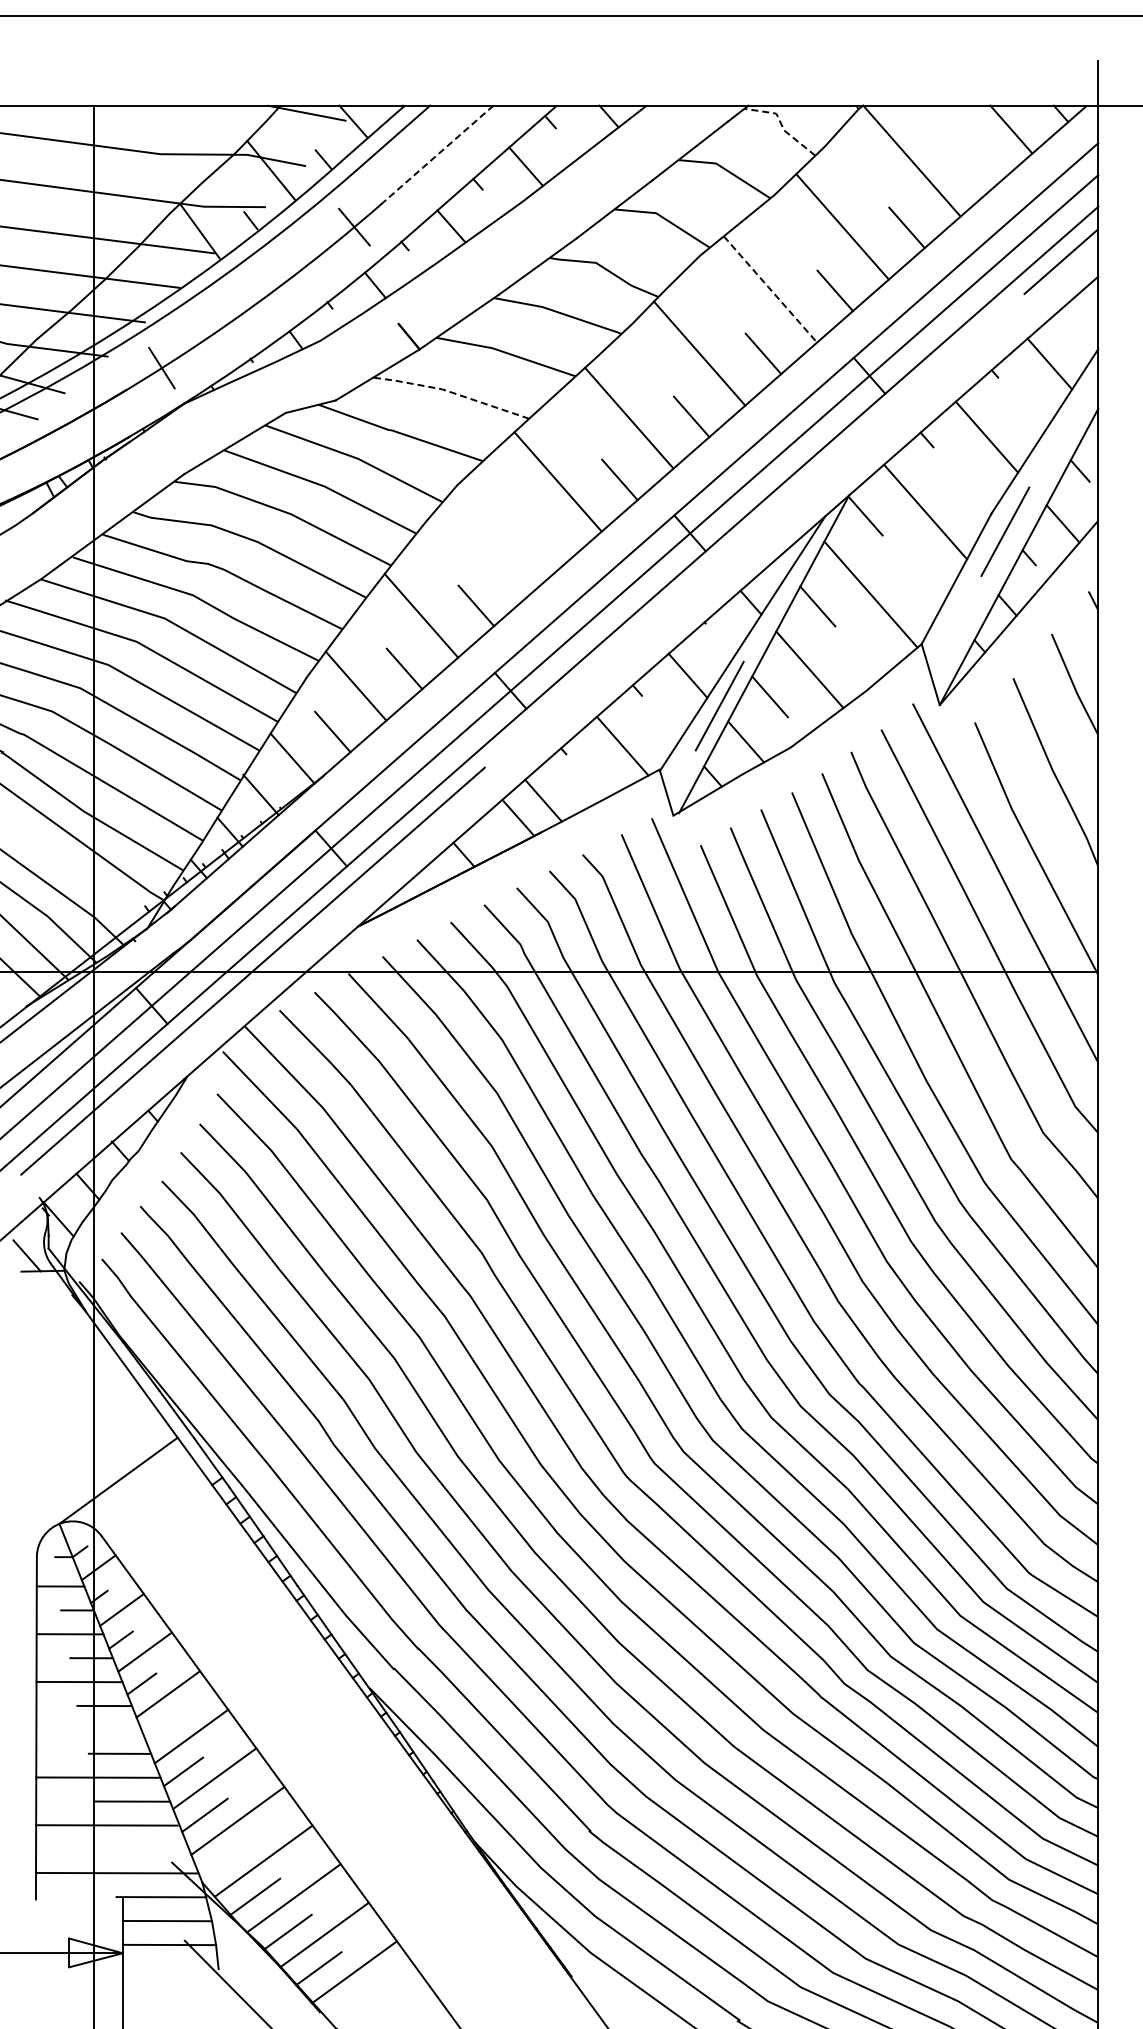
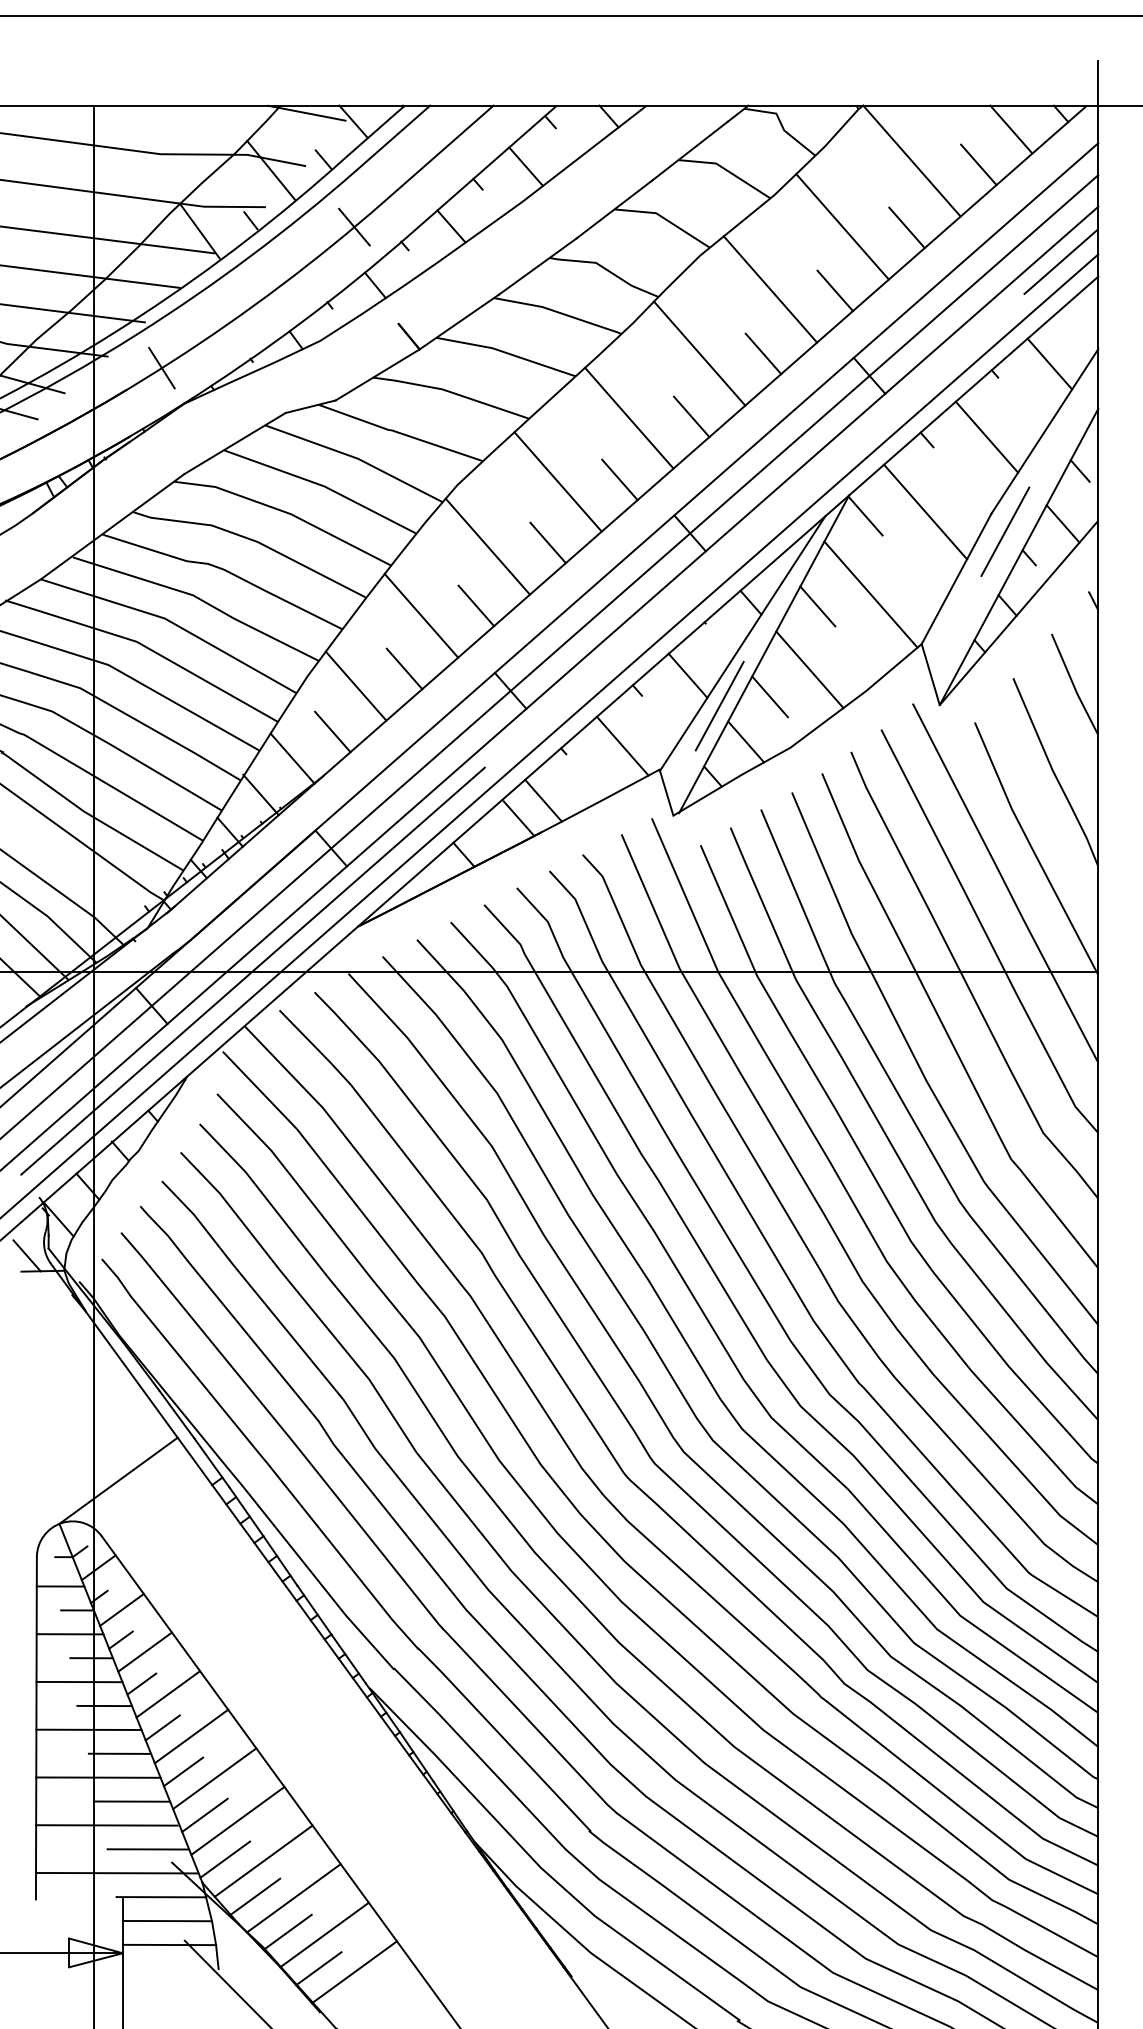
line at (781, 125): dashed -> solid
line at (438, 153): dashed -> solid
line at (978, 164): none -> present
line at (770, 289): dashed -> solid
line at (450, 392): dashed -> solid
line at (547, 542): none -> present
line at (487, 546): none -> present
line at (550, 735): none -> present
line at (162, 1727): none -> present
line at (88, 1729): none -> present
line at (147, 1849): none -> present
line at (225, 1859): none -> present
